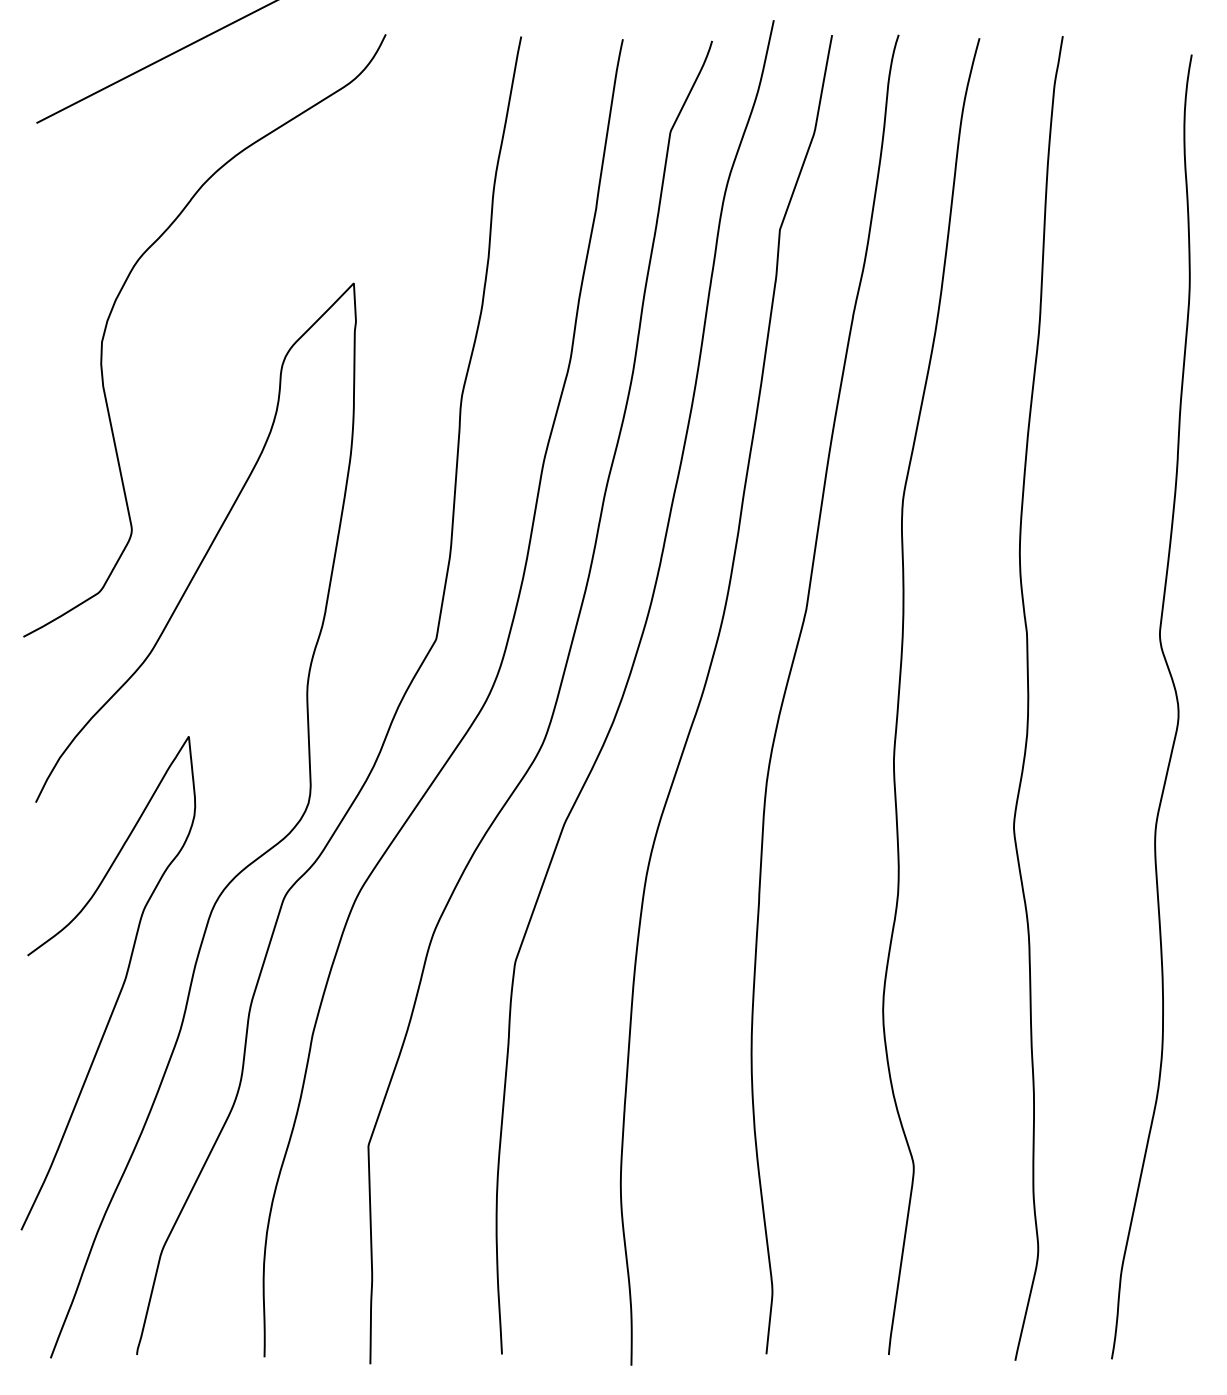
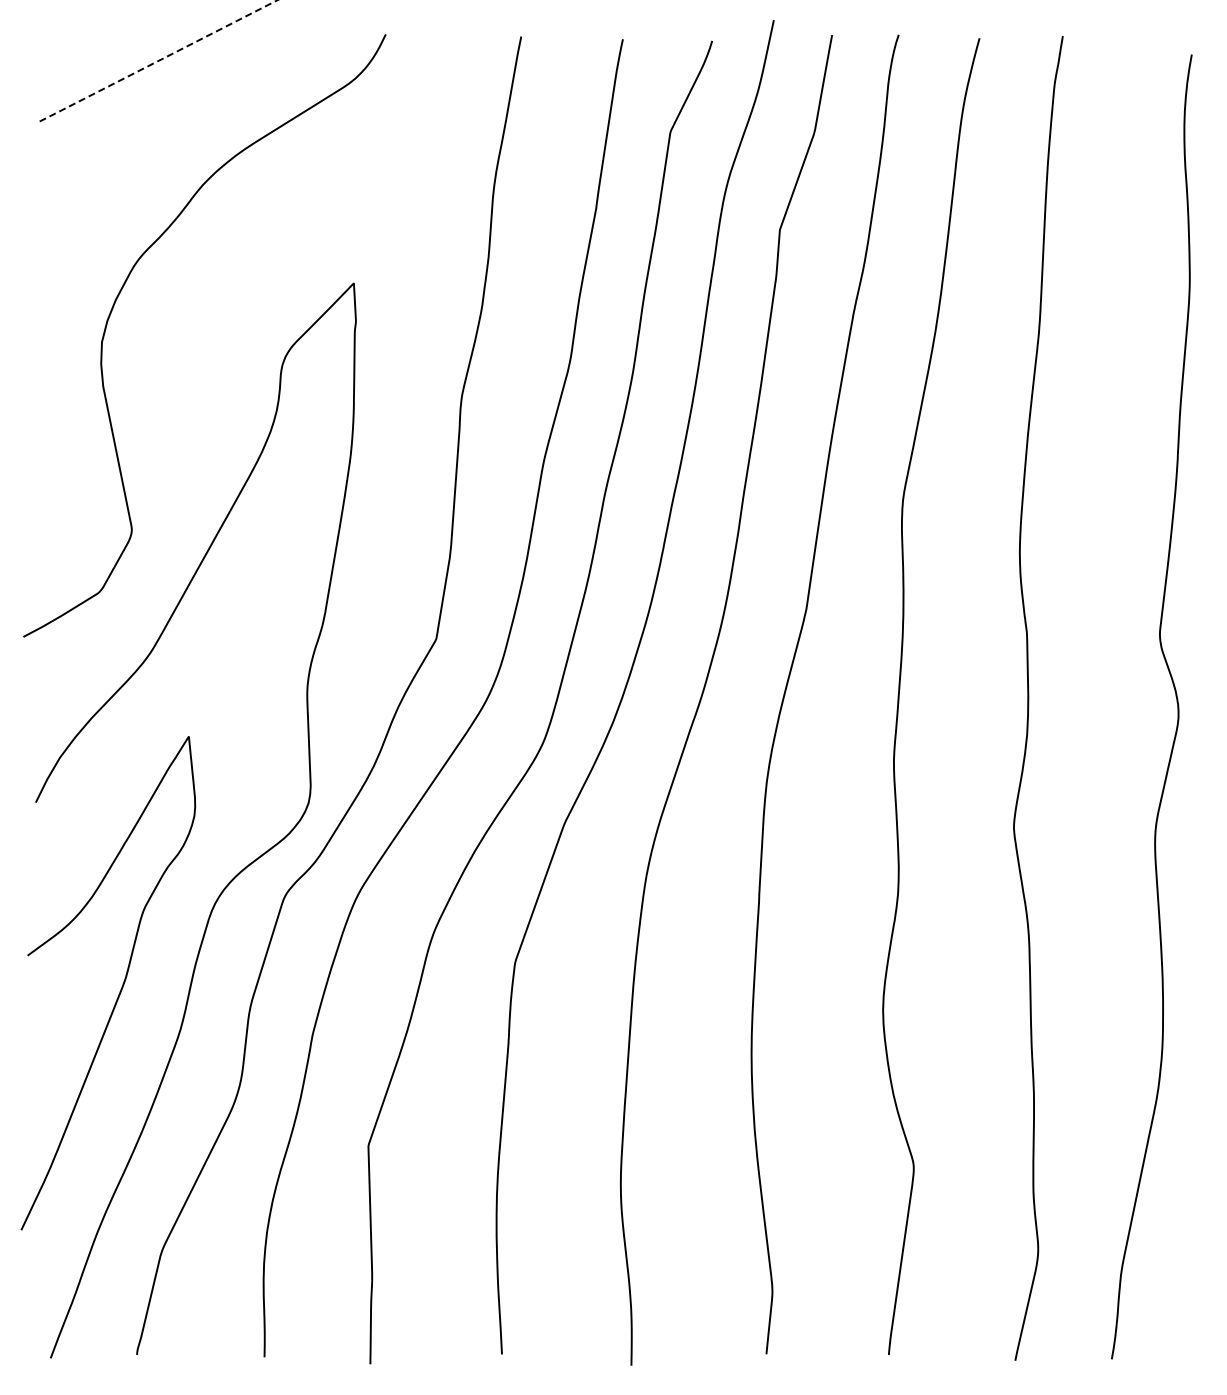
line at (156, 61): solid -> dashed
